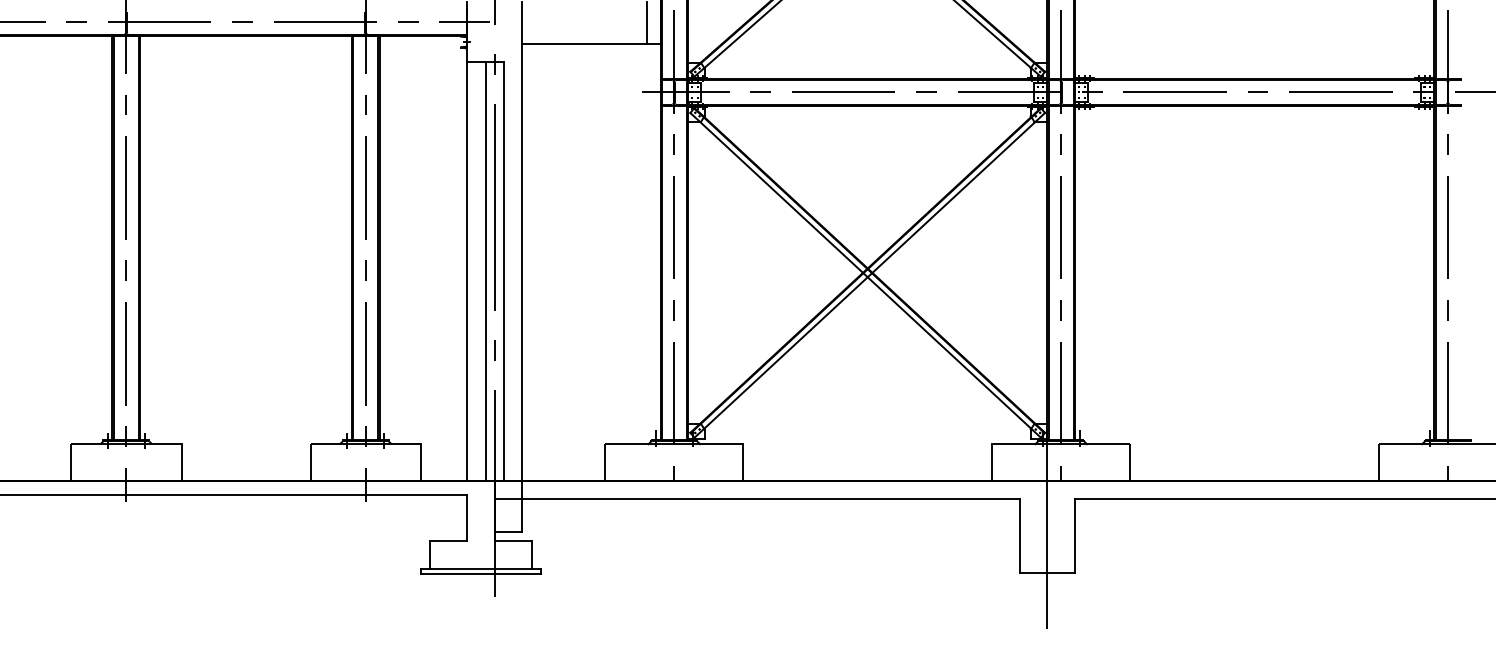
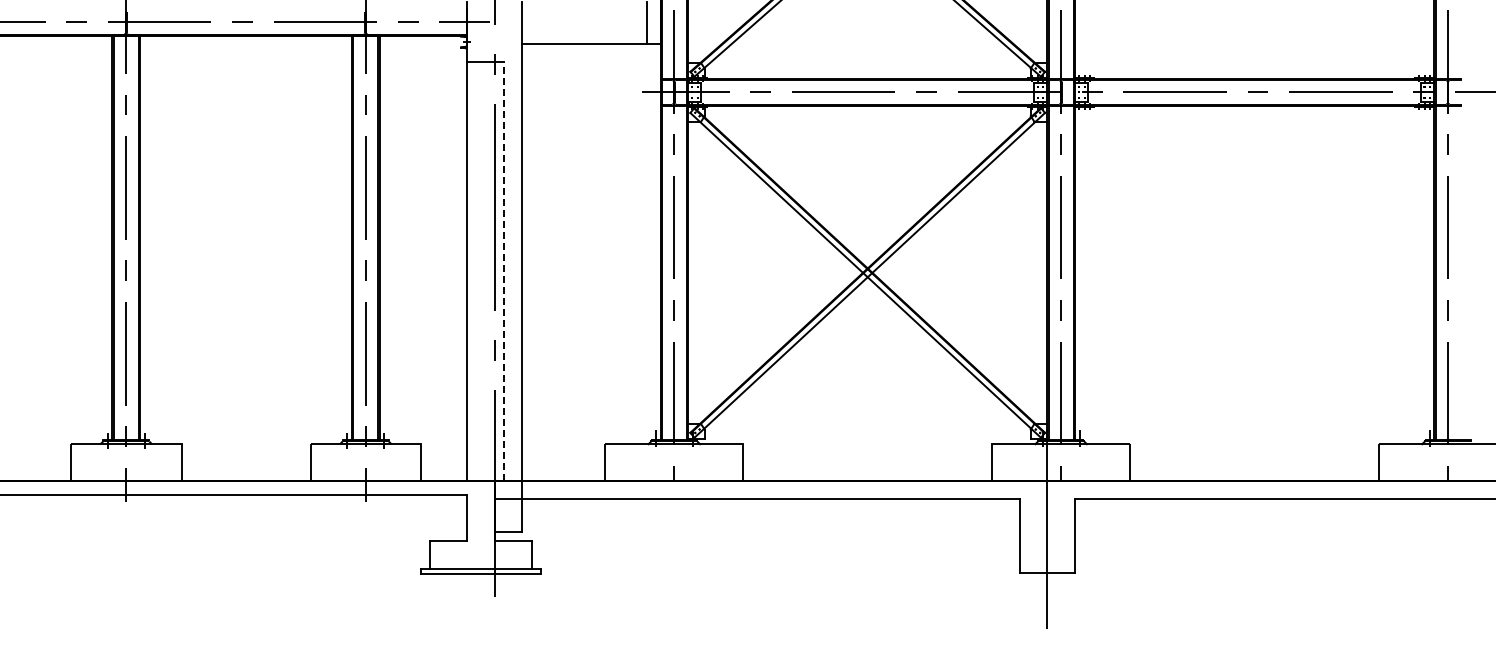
line at (485, 271): present -> none
line at (503, 271): solid -> dashed
